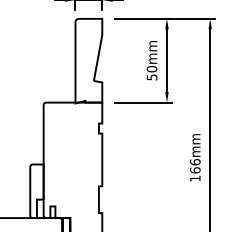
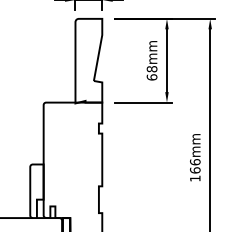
text at (151, 73): 50mm -> 68mm
